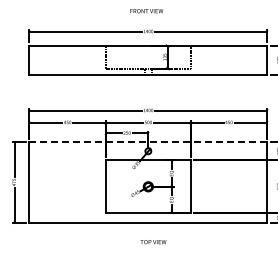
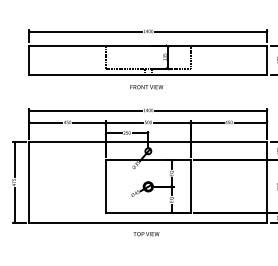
text at (146, 11) position: (146, 11) -> (146, 87)
line at (148, 142): dashed -> solid
text at (153, 242) position: (153, 242) -> (146, 234)
